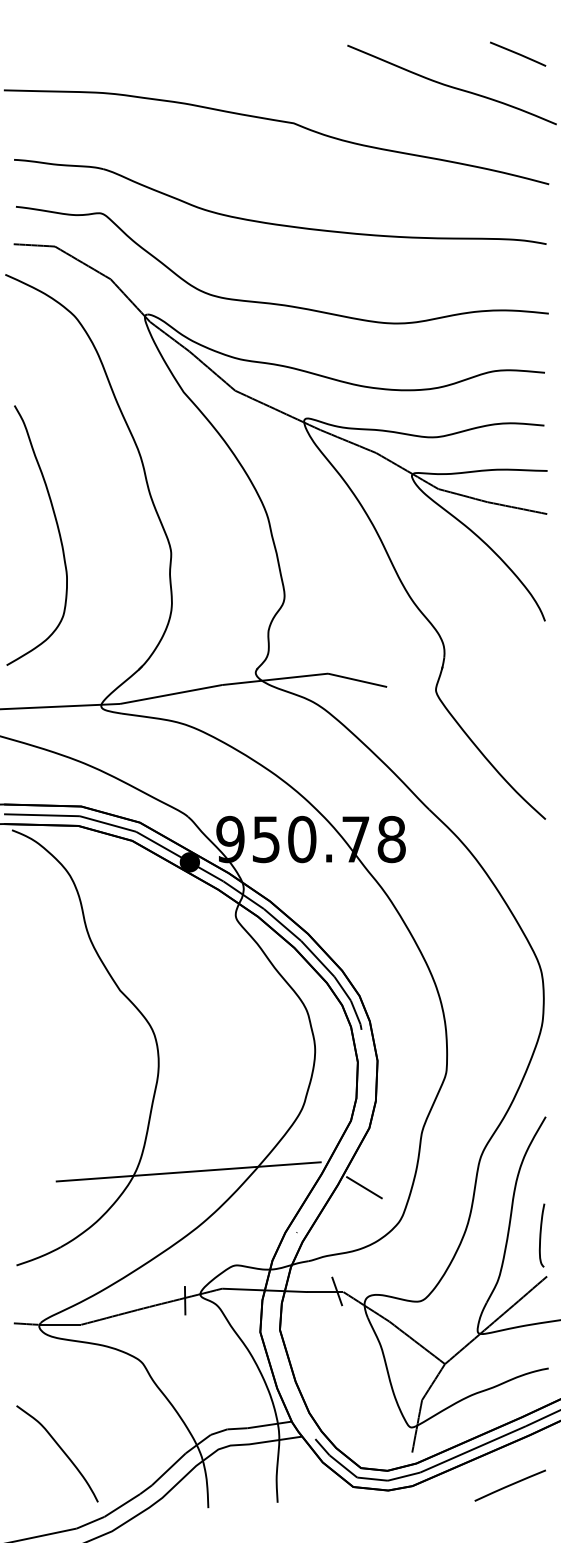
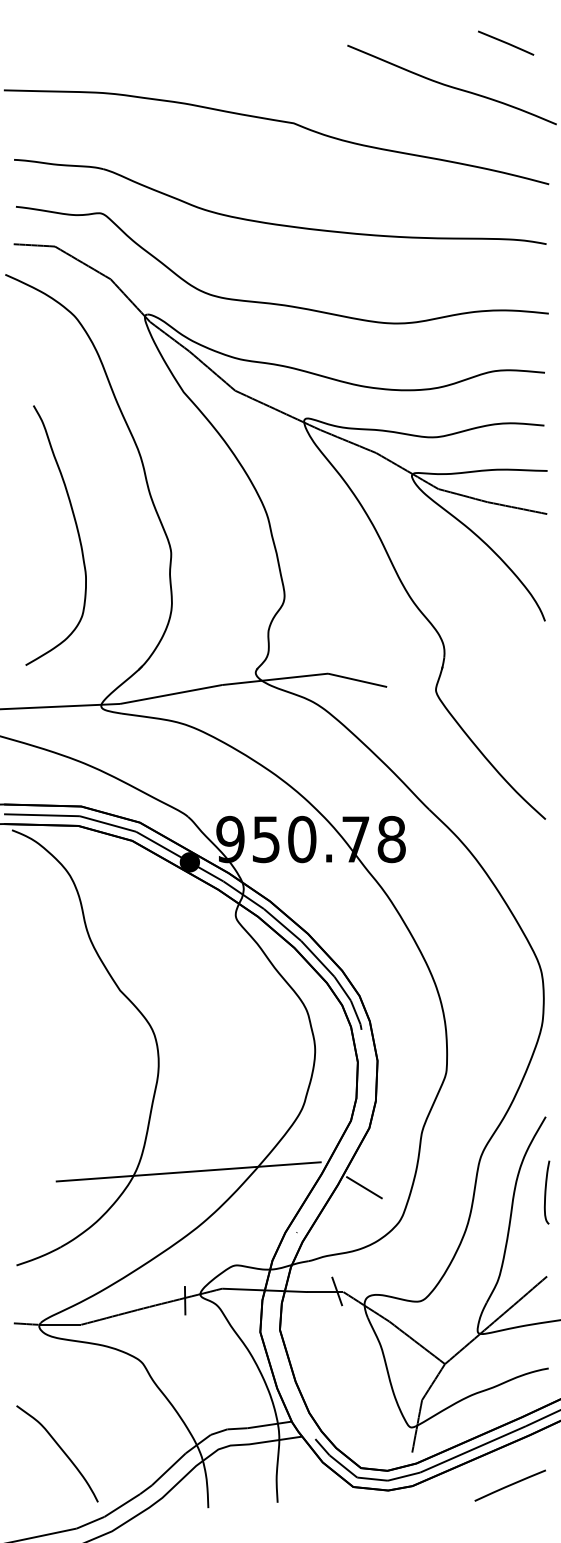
line at (518, 53) position: (518, 53) -> (506, 42)
curve at (57, 530) position: (57, 530) -> (76, 530)
curve at (541, 1235) position: (541, 1235) -> (546, 1192)
